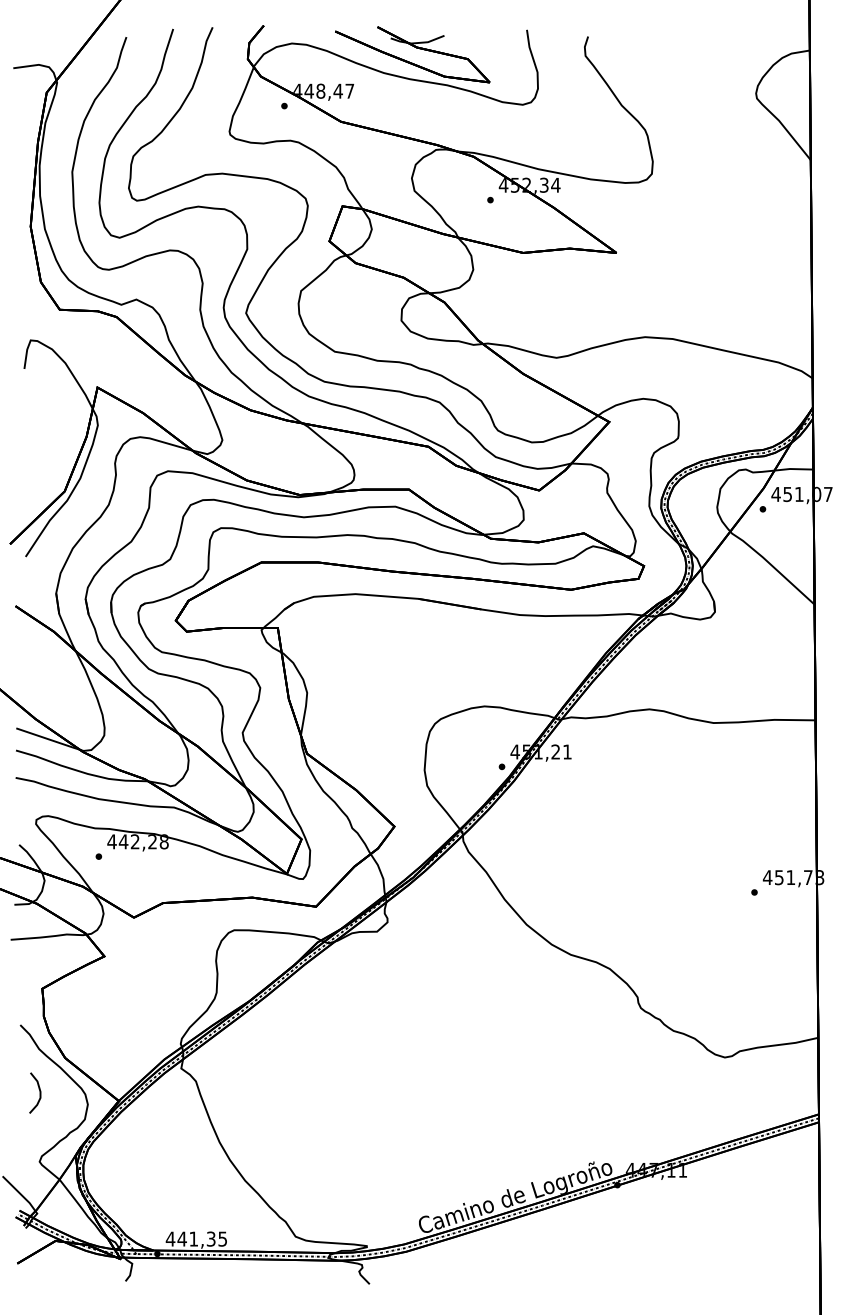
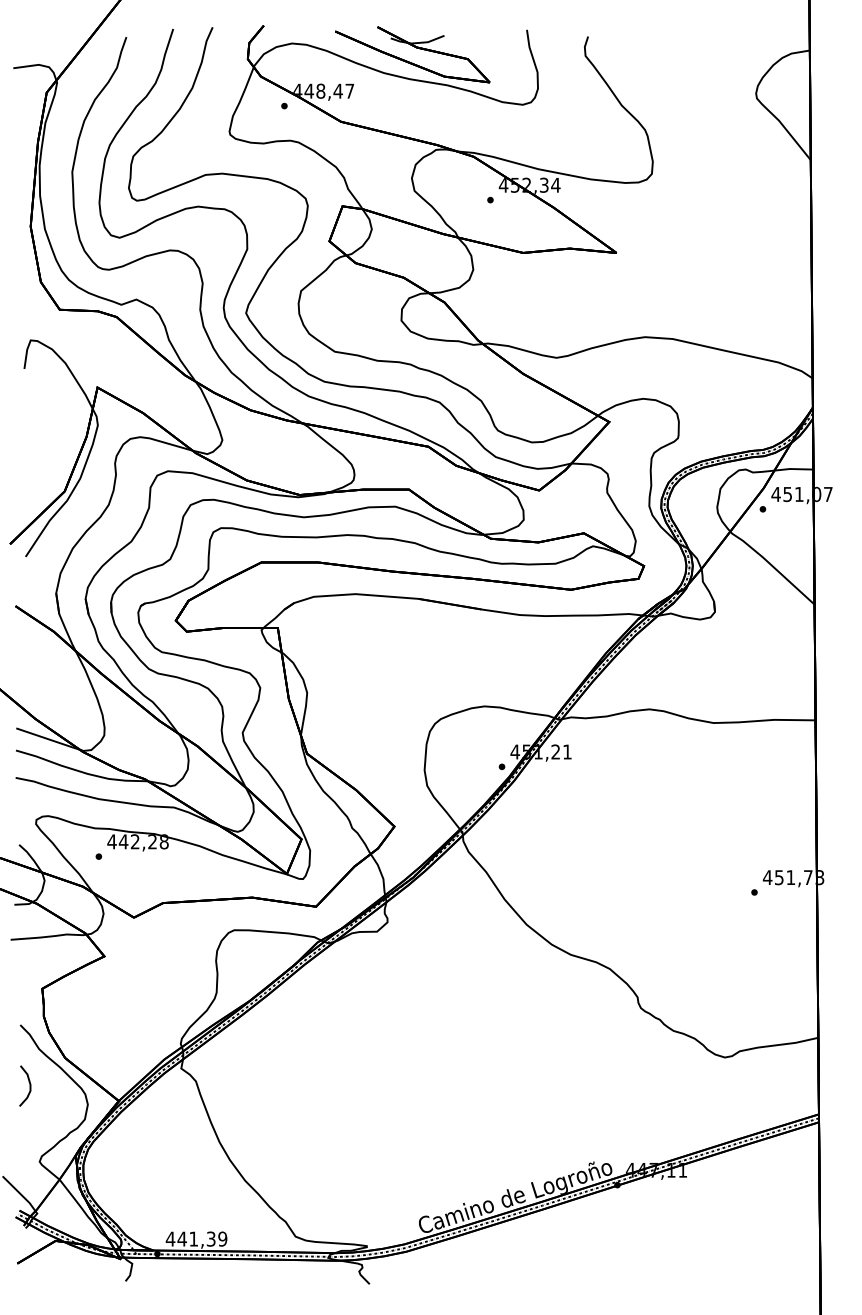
curve at (39, 1092) position: (39, 1092) -> (29, 1085)
text at (222, 1238): 441,35 -> 441,39
